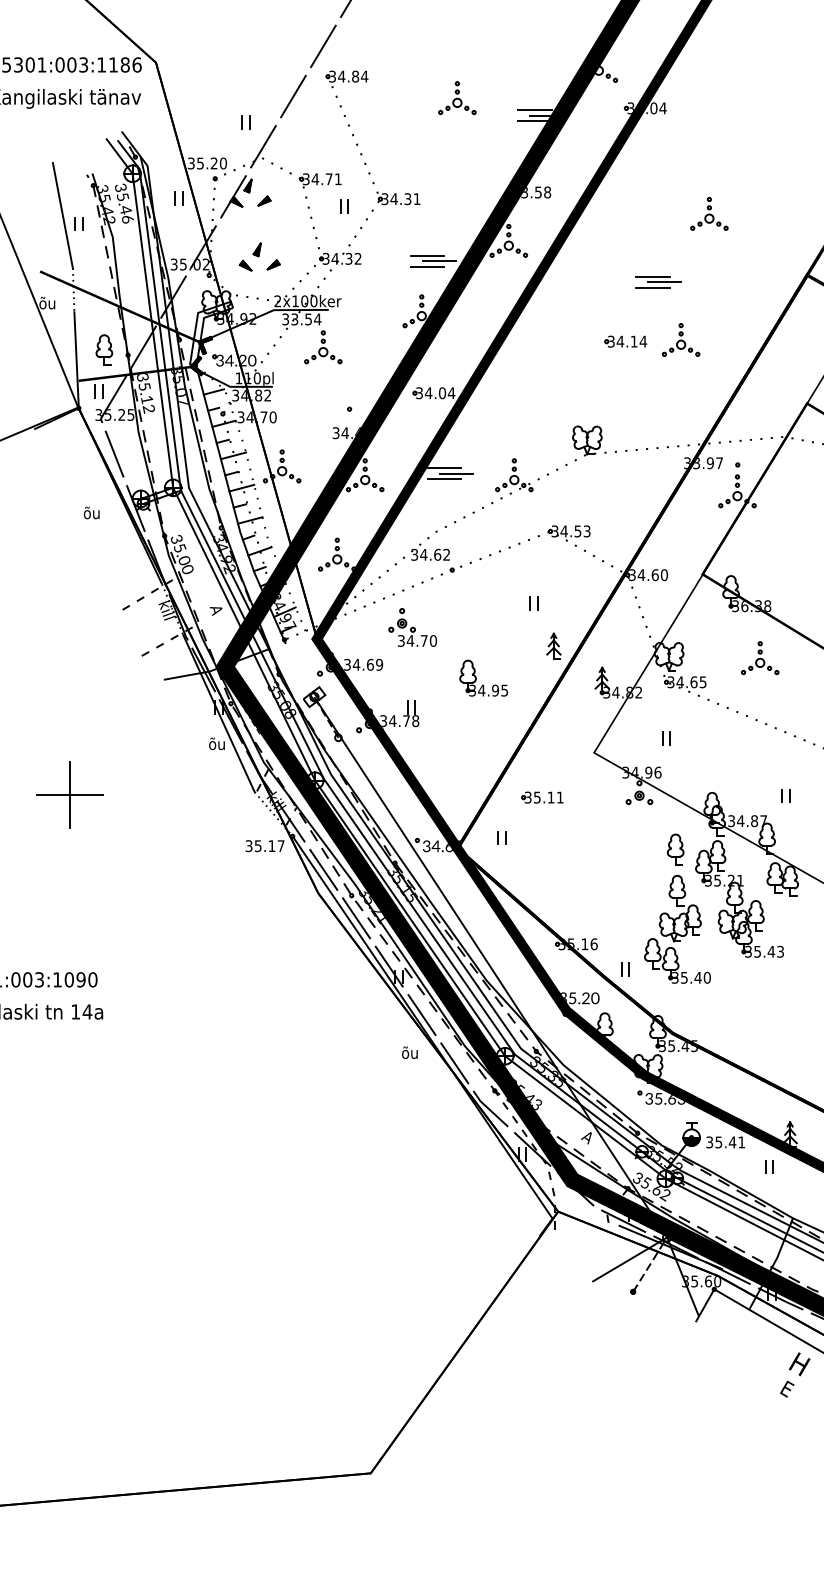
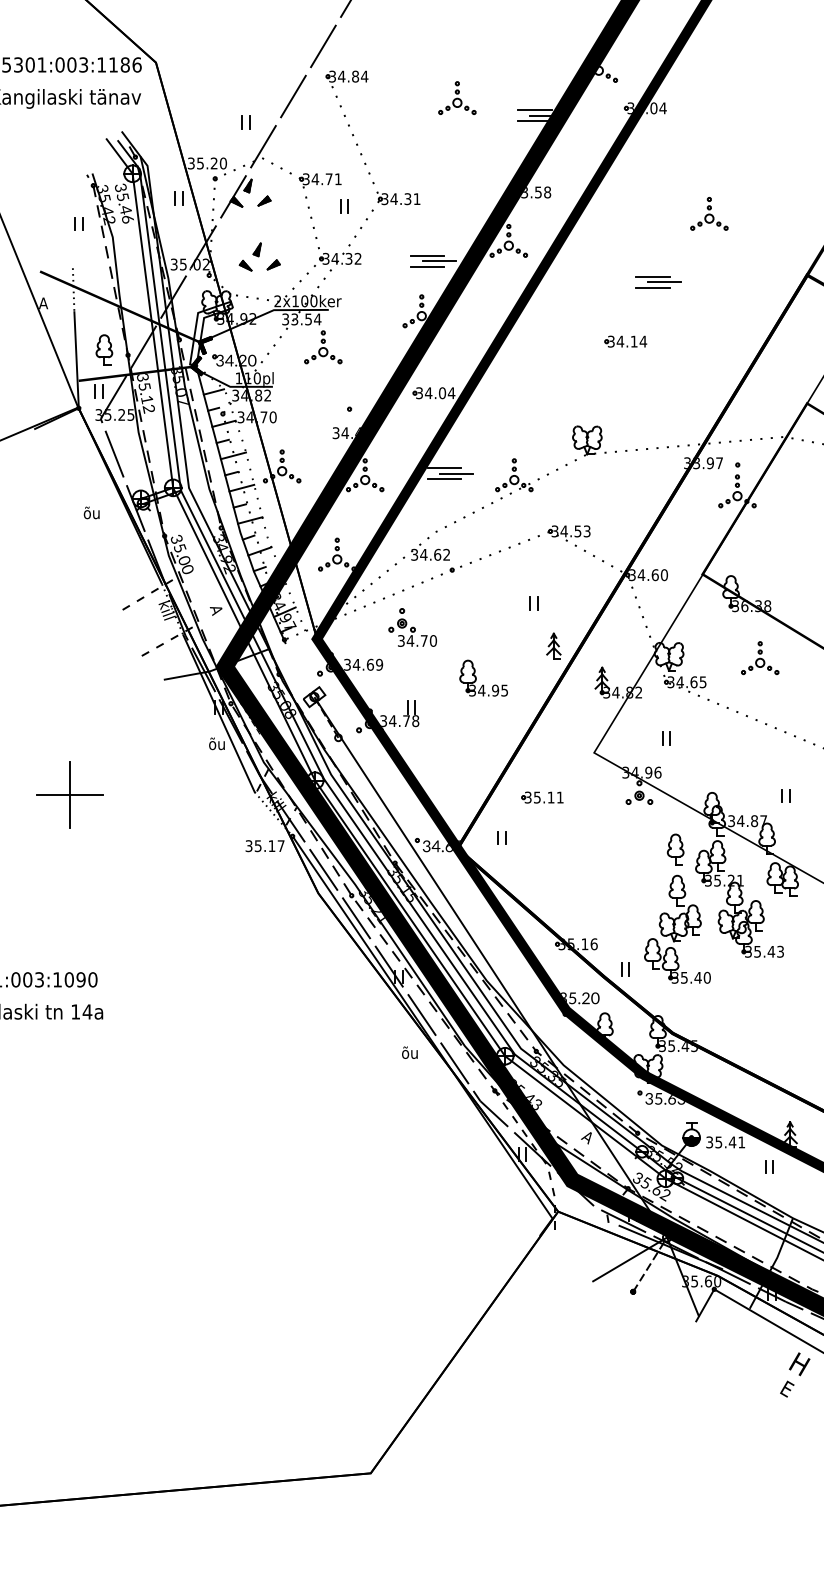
line at (62, 215): present -> none
text at (47, 302): õu -> A
part at (680, 339): present -> none
